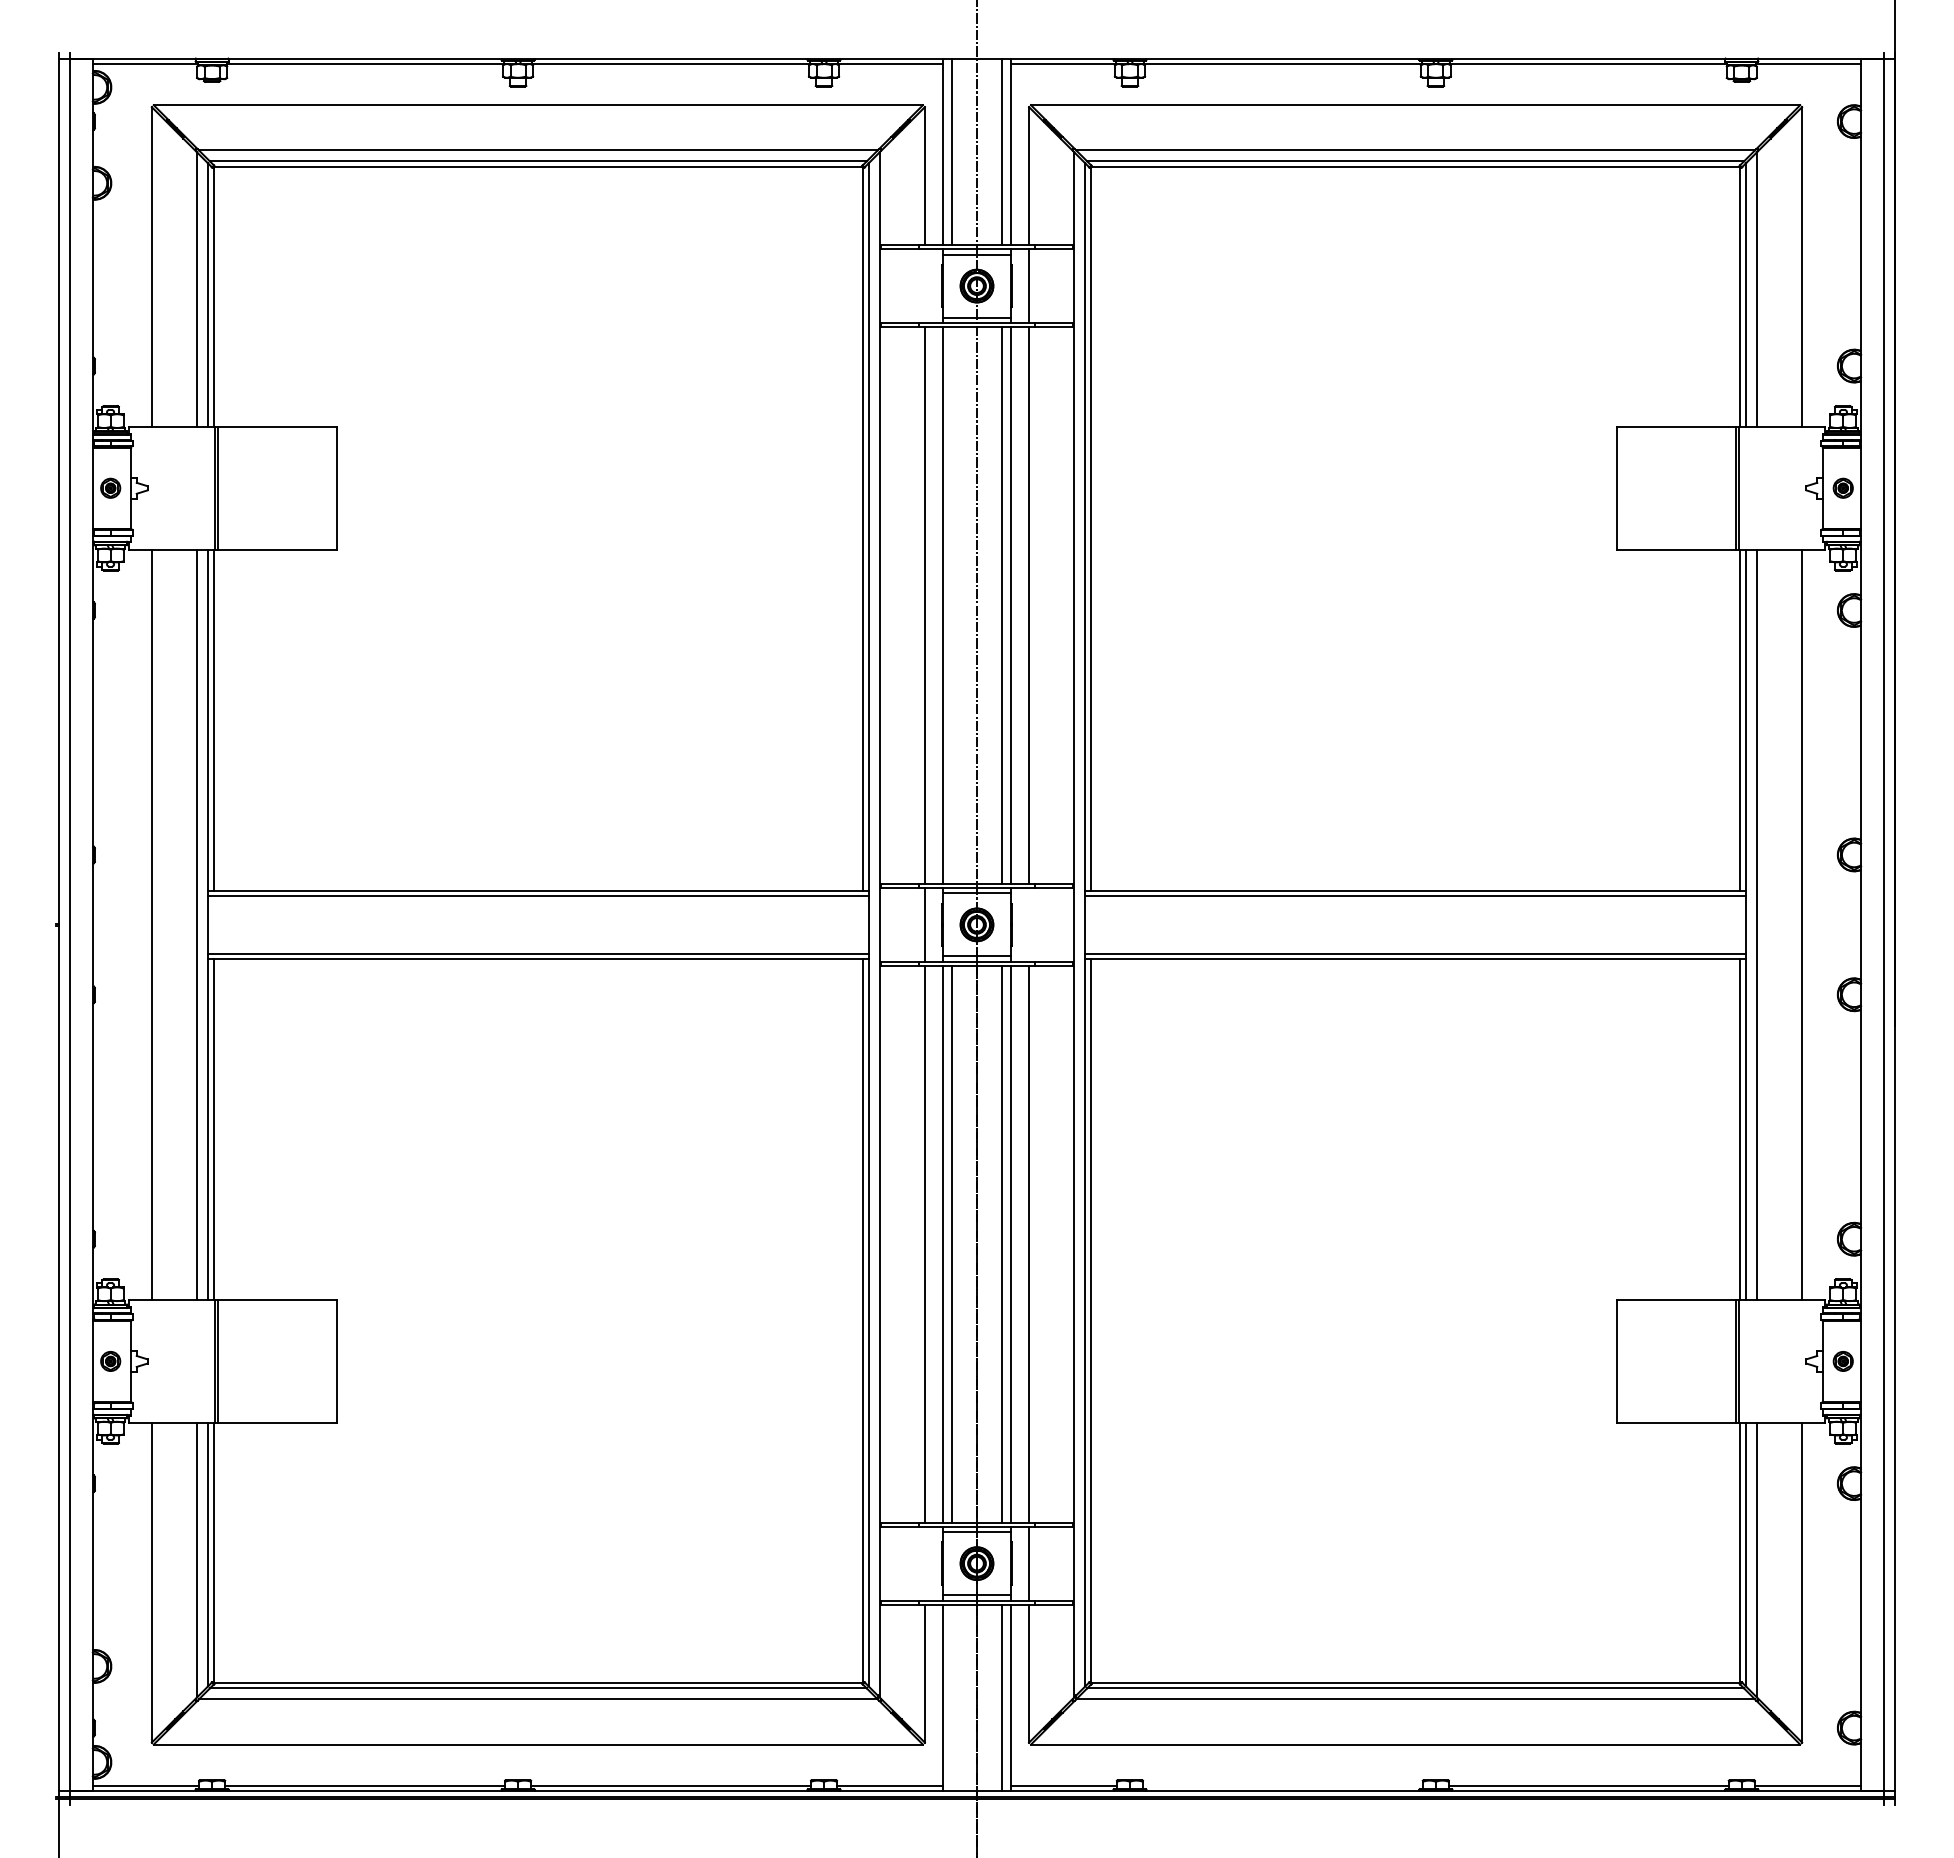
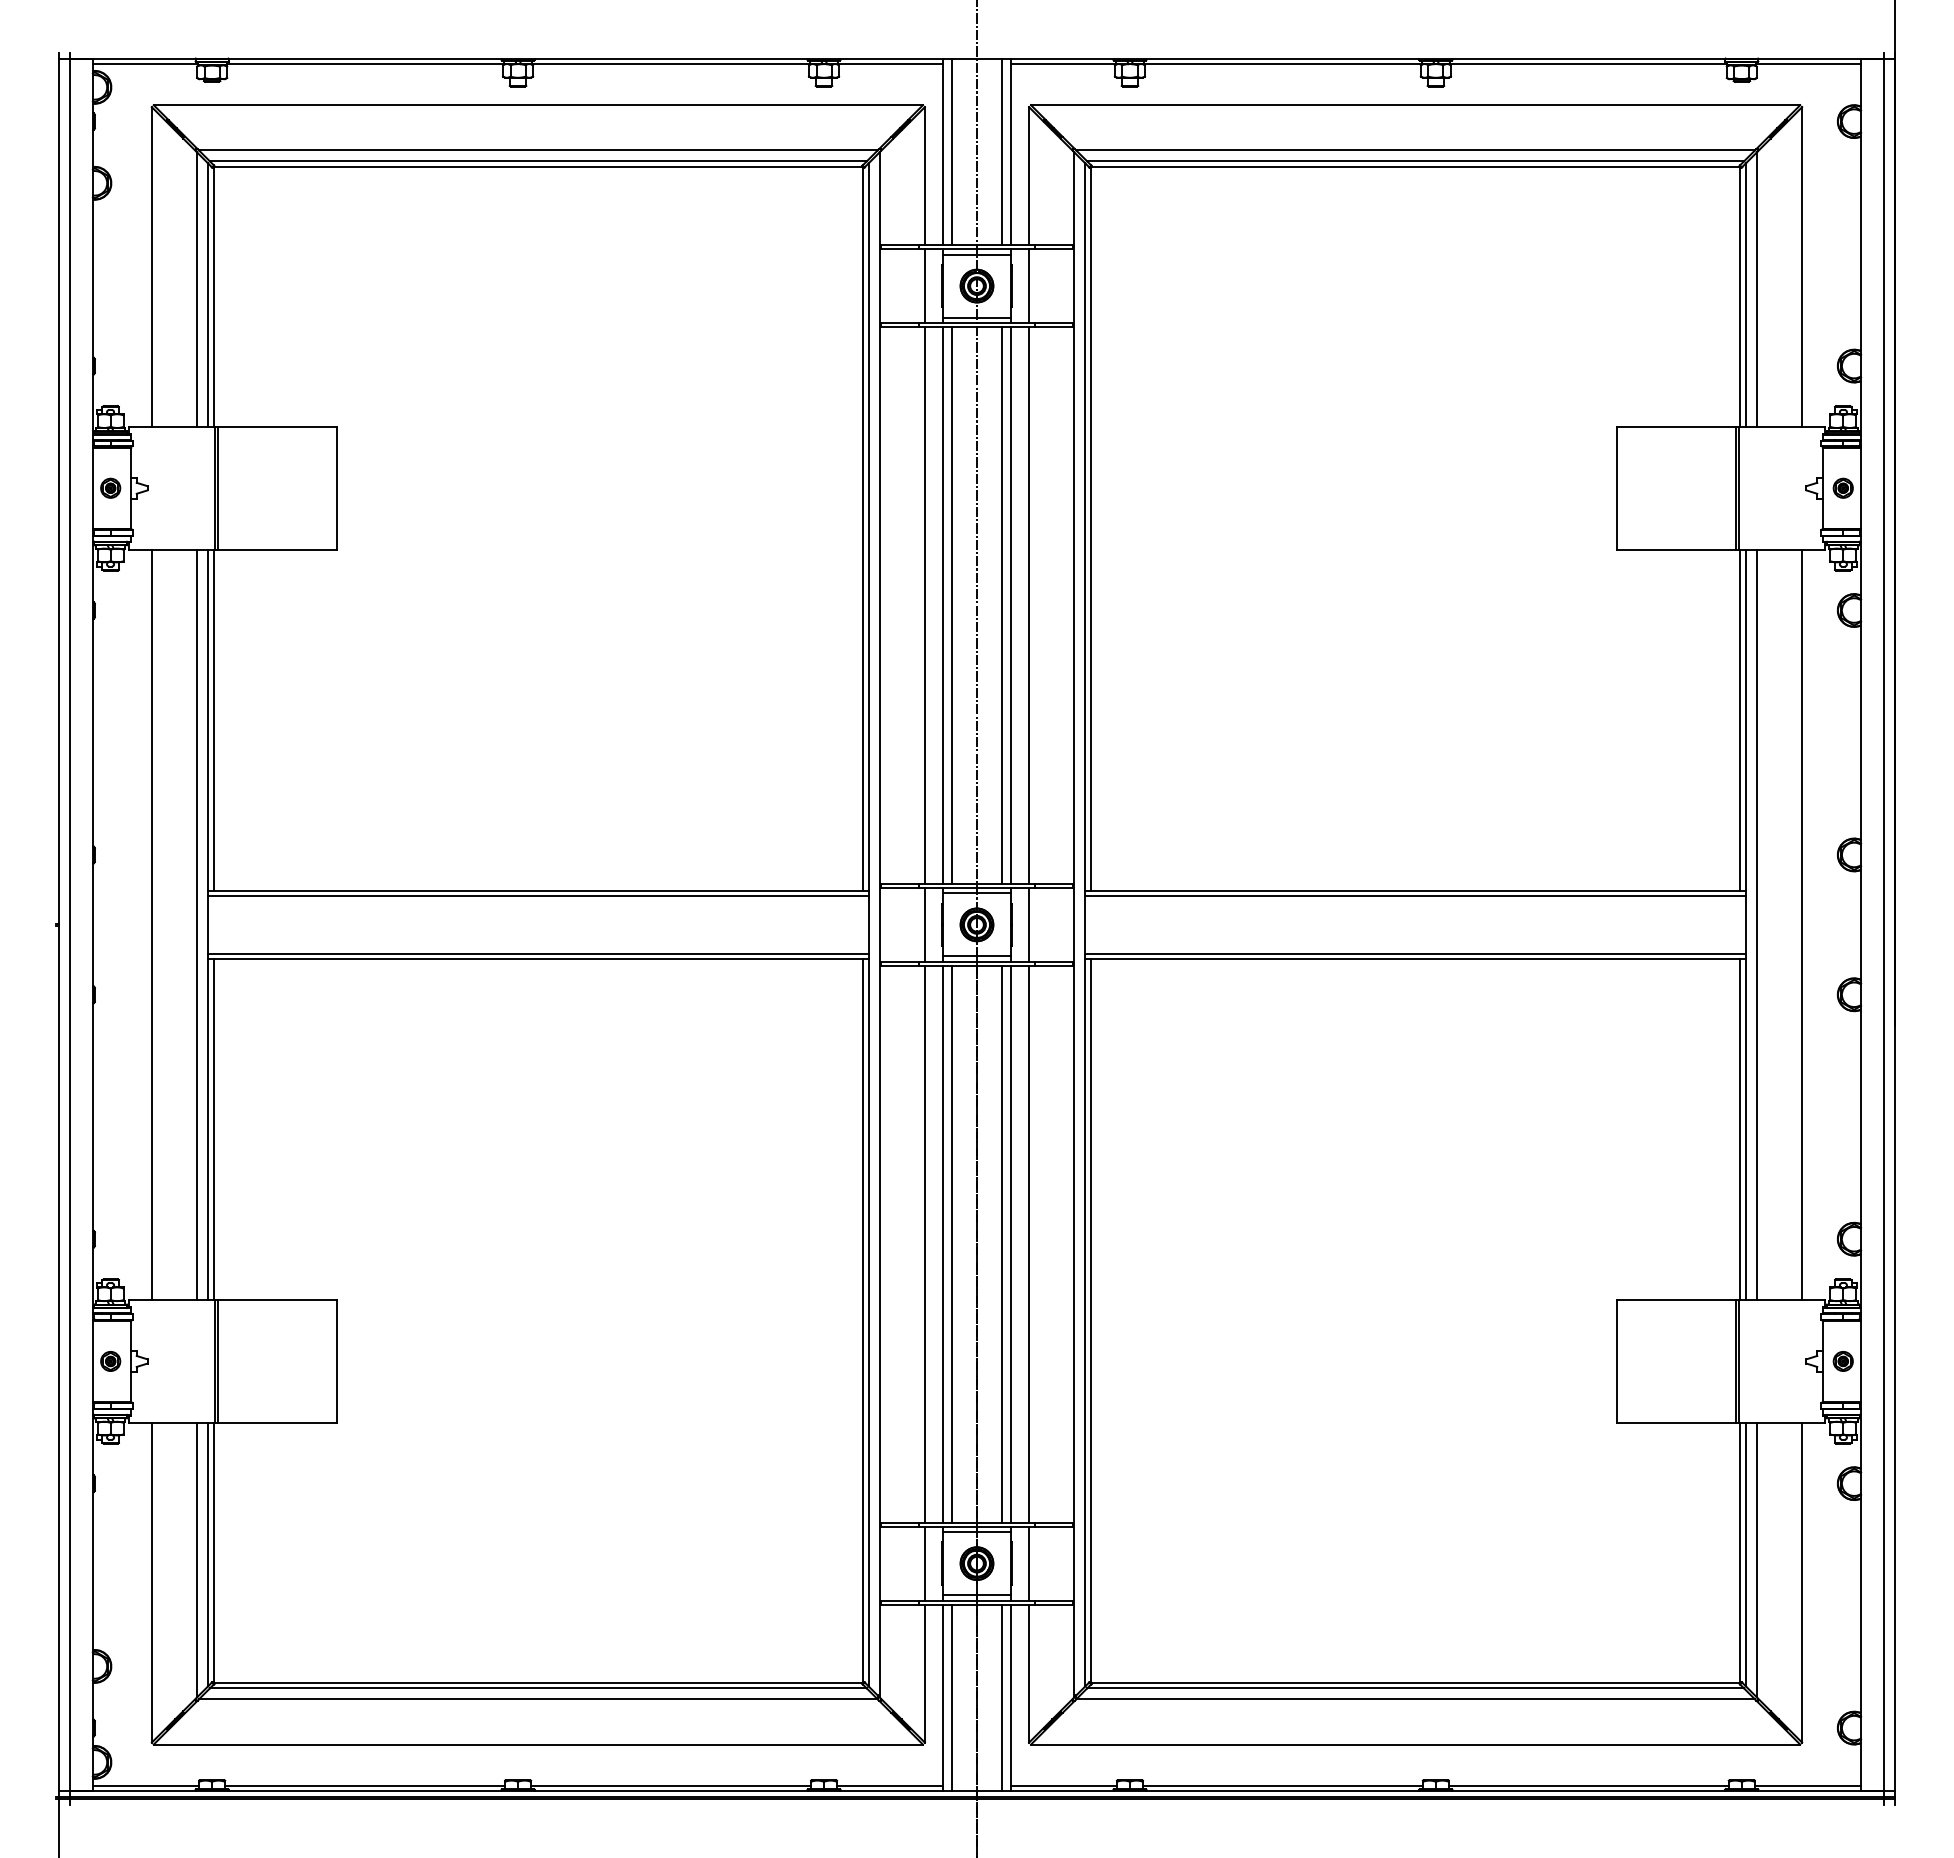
line at (924, 286): none -> present
line at (952, 605): none -> present
line at (1029, 924): none -> present
line at (924, 1563): none -> present
line at (952, 1697): none -> present
line at (1282, 1785): none -> present
